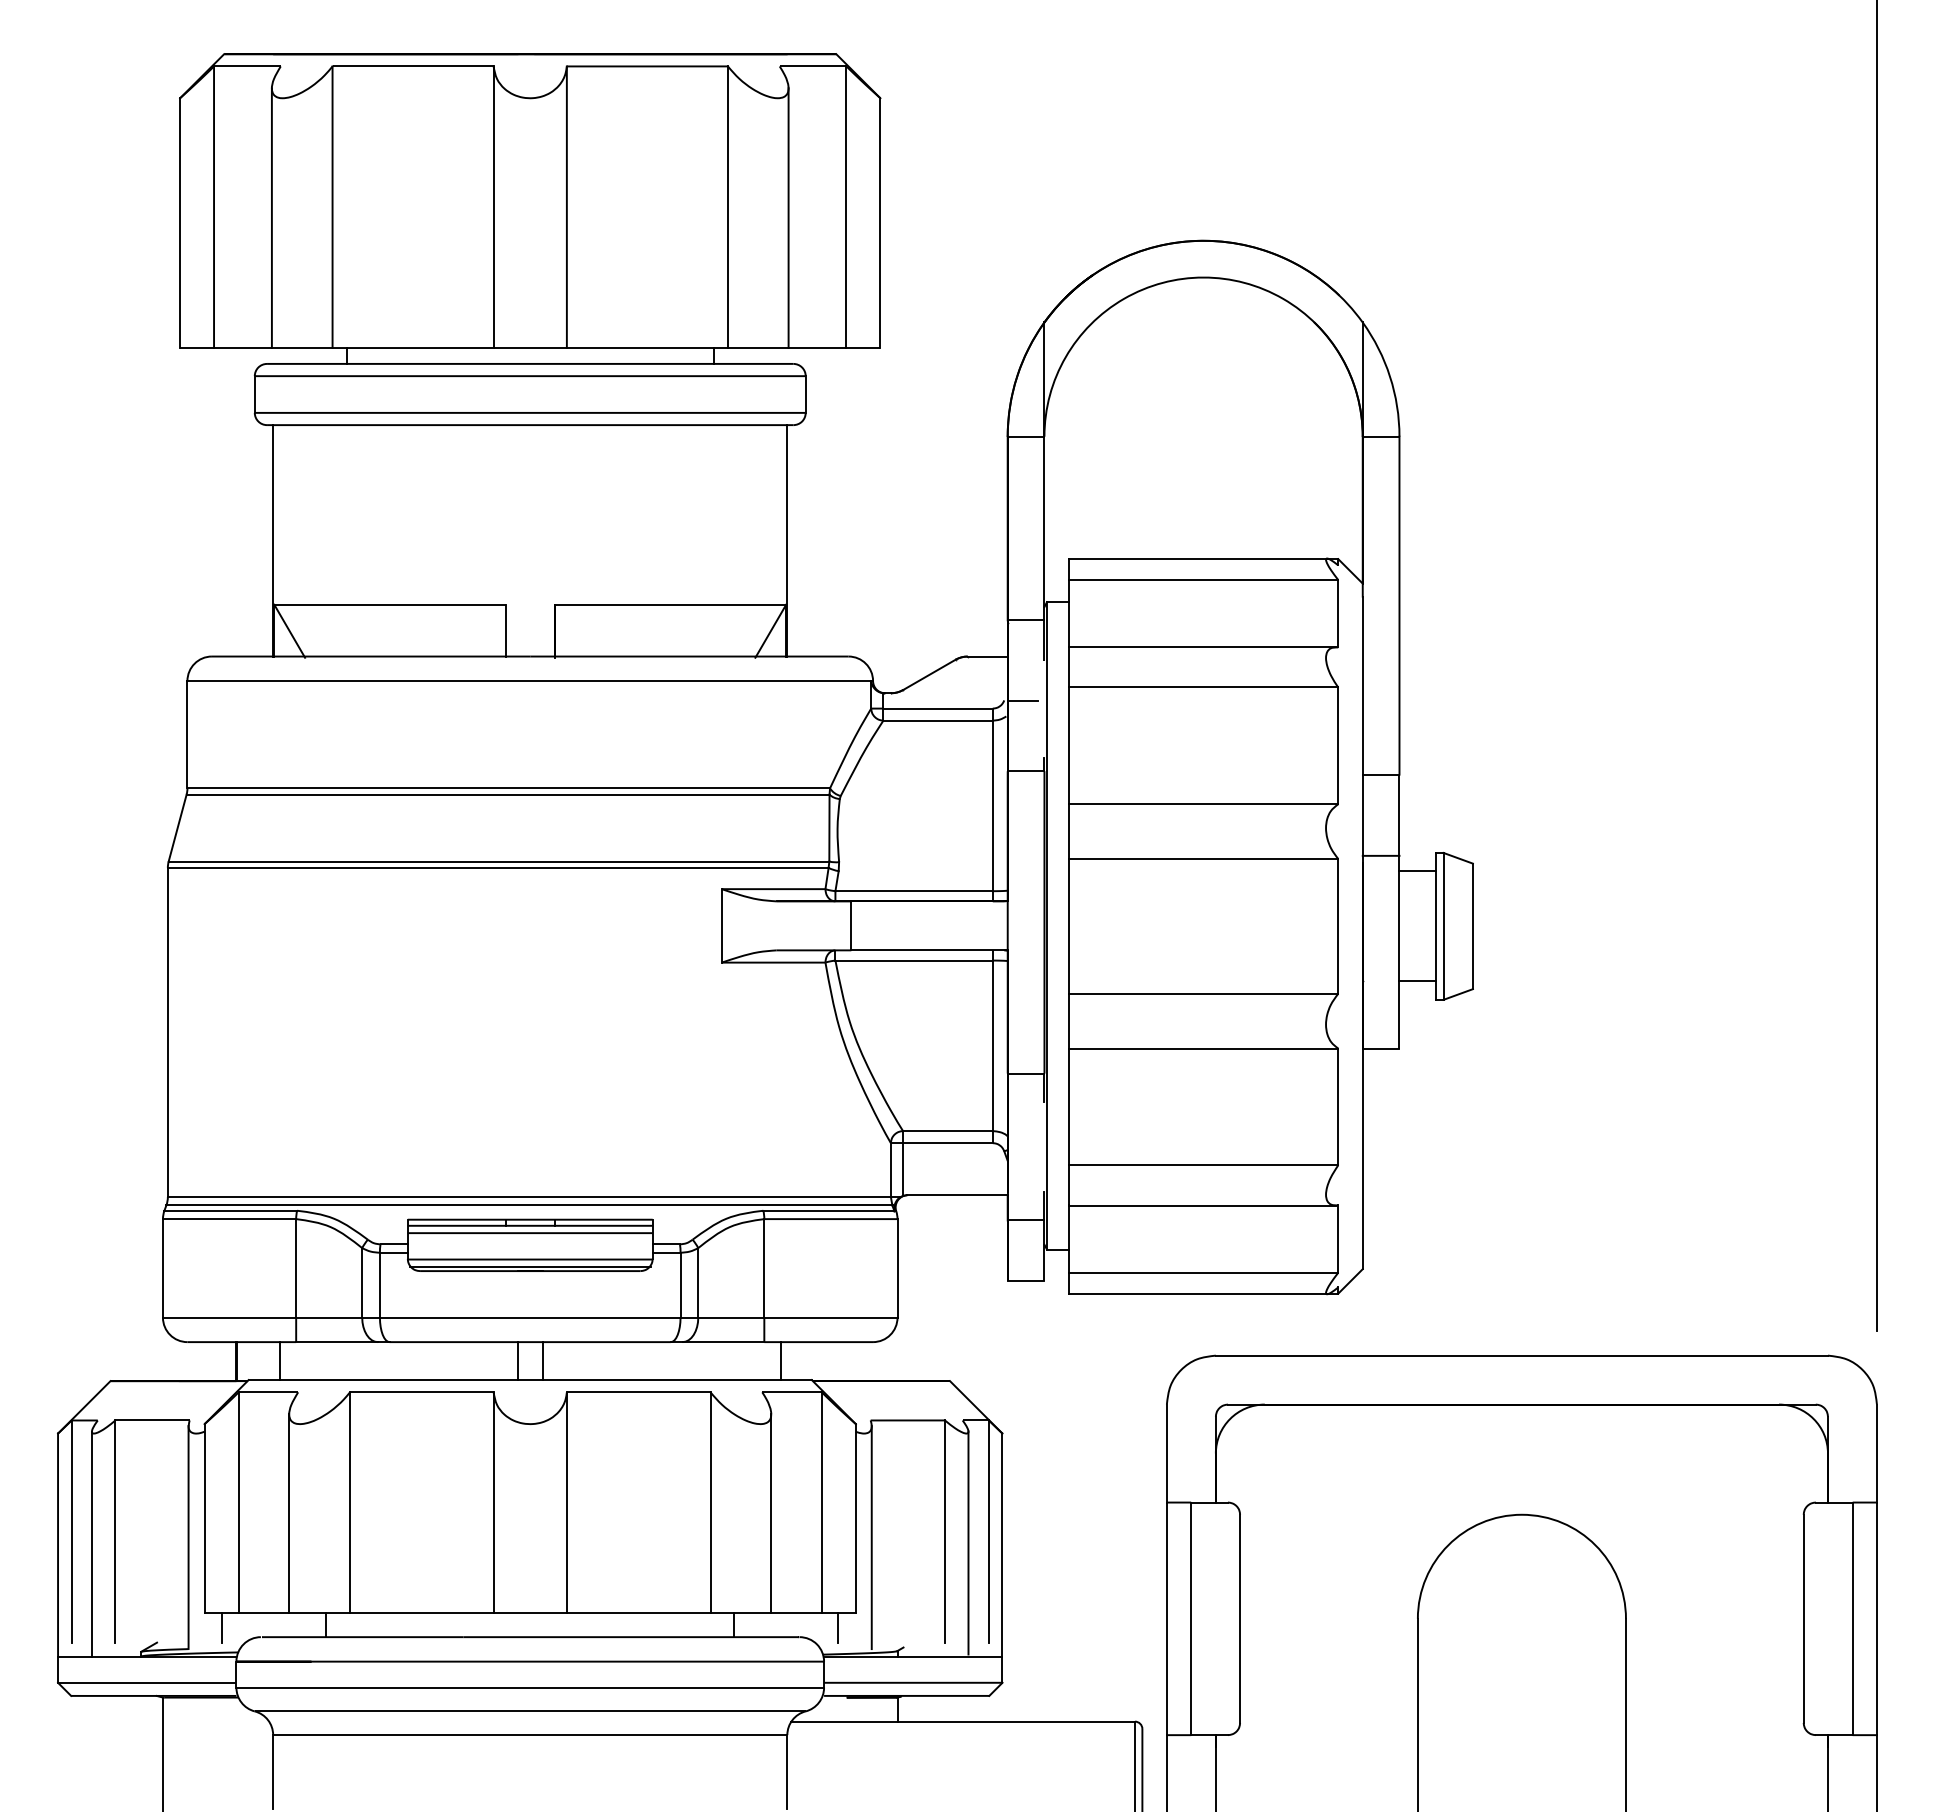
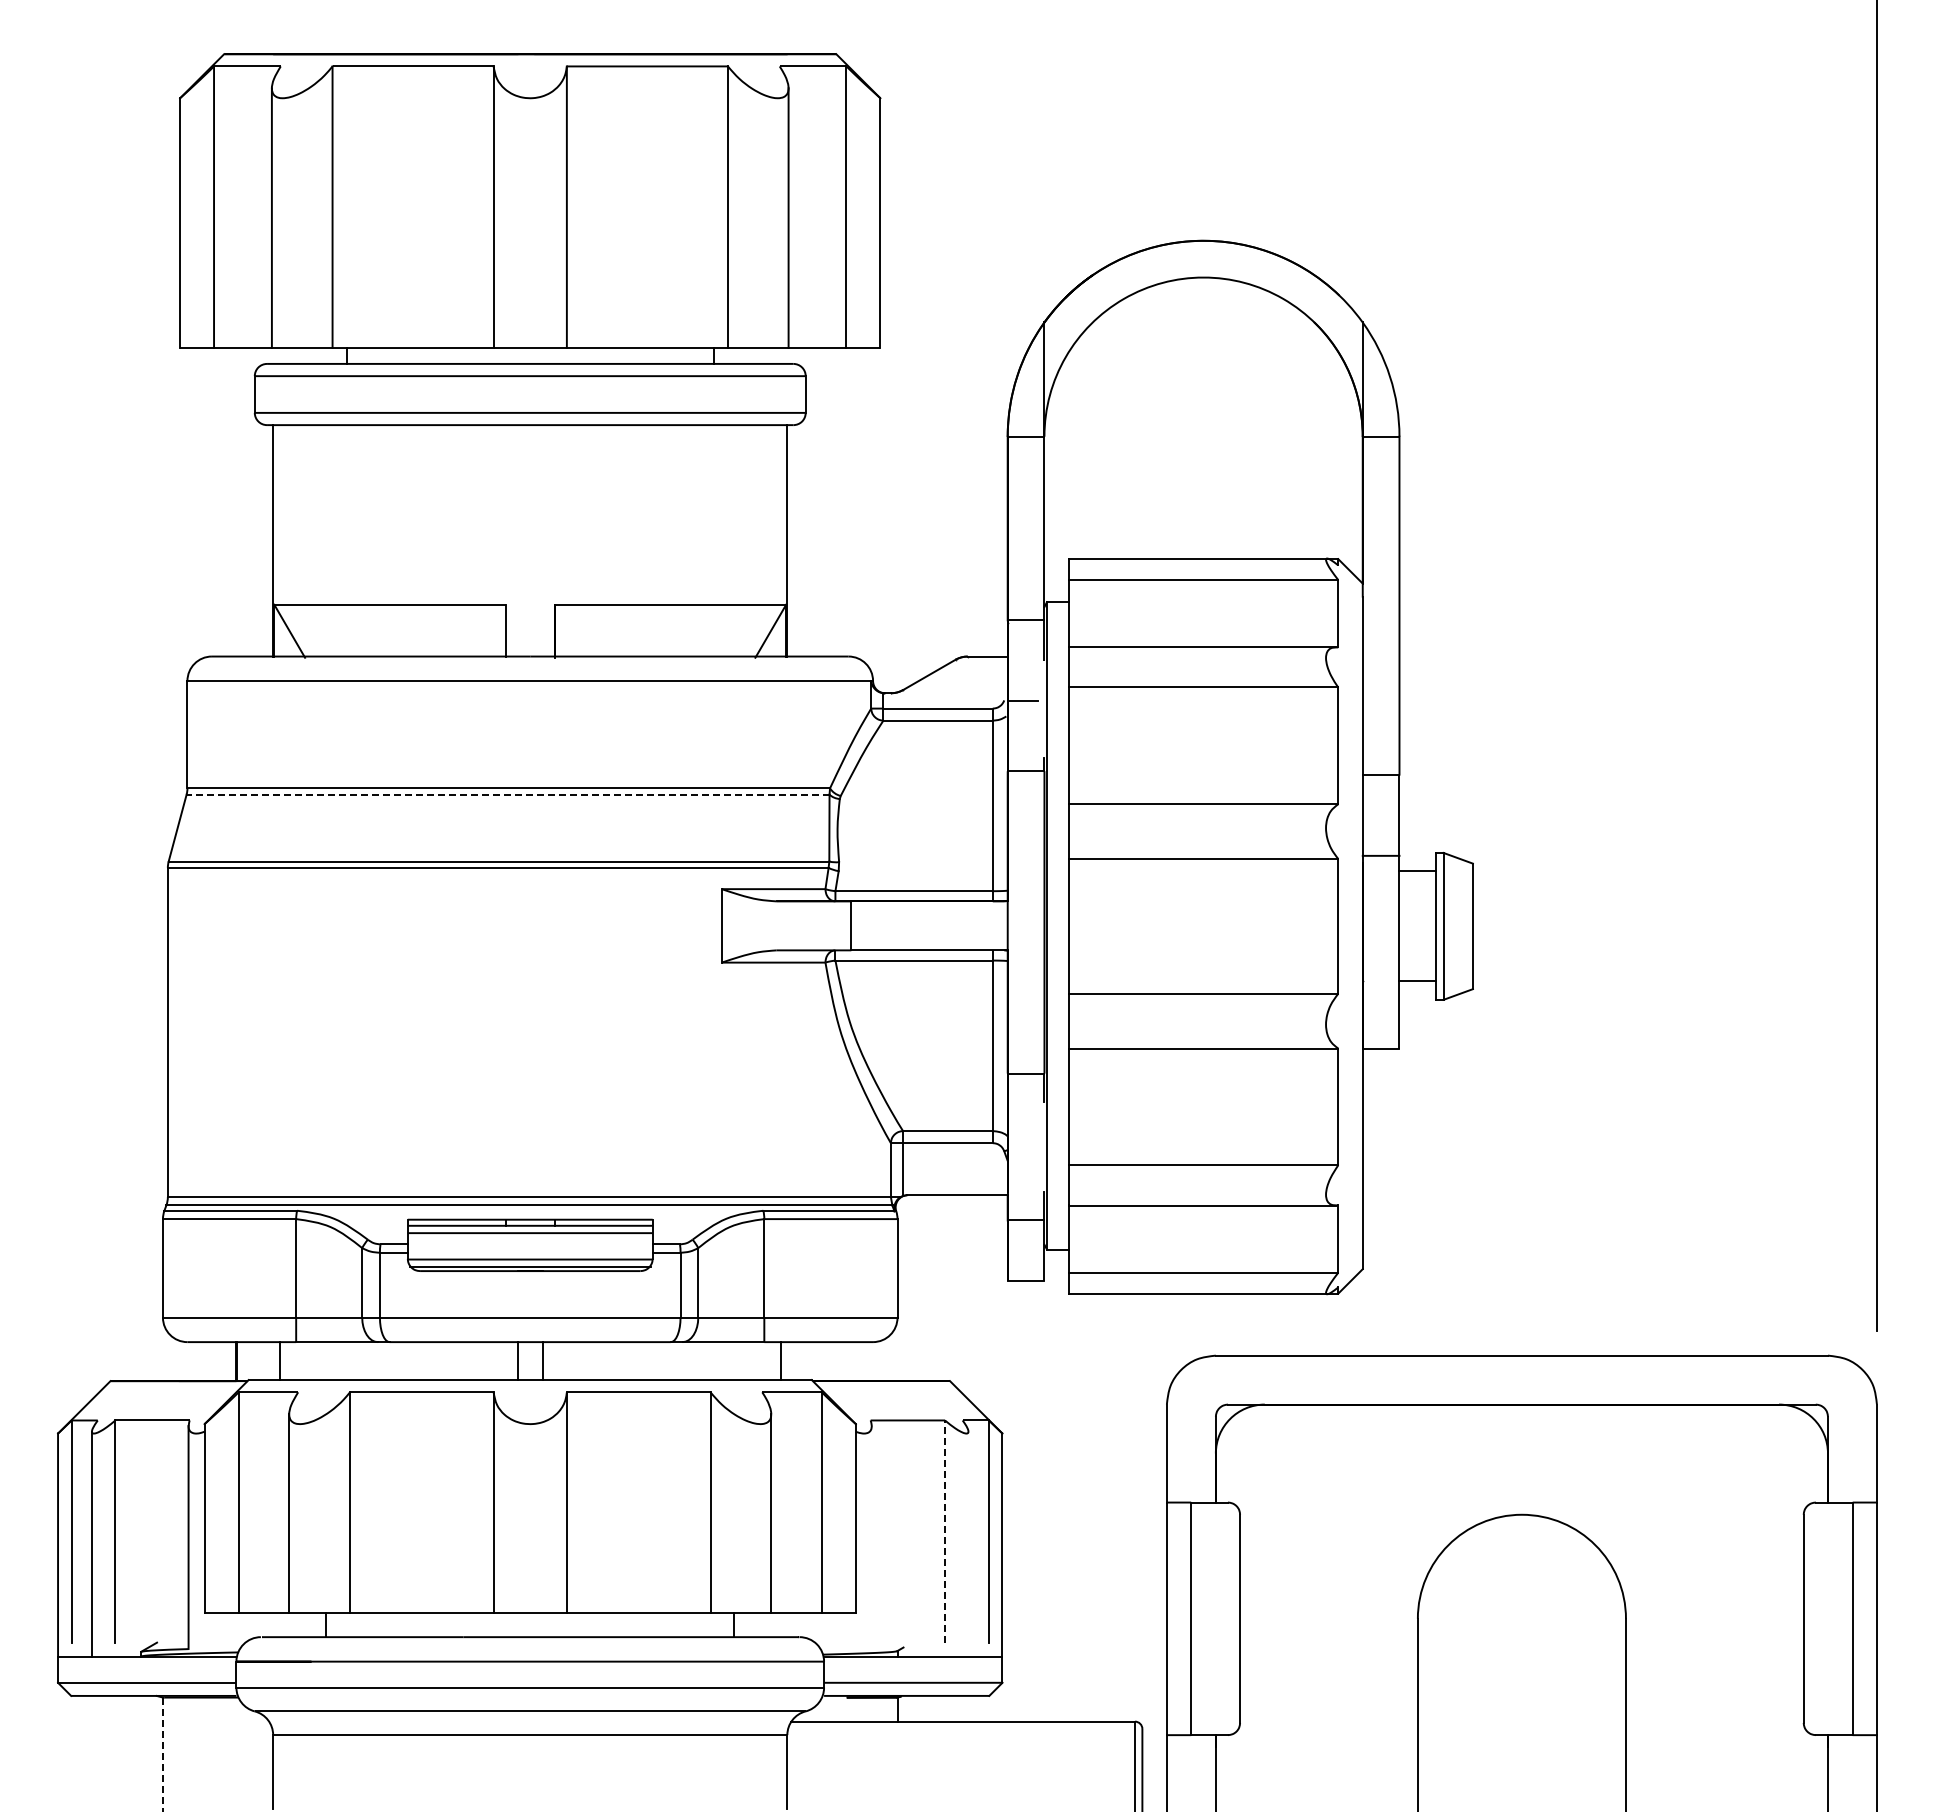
line at (507, 794): solid -> dashed
line at (945, 1531): solid -> dashed
line at (871, 1537): present -> none
line at (968, 1542): present -> none
line at (222, 1627): present -> none
line at (838, 1627): present -> none
line at (162, 1754): solid -> dashed
